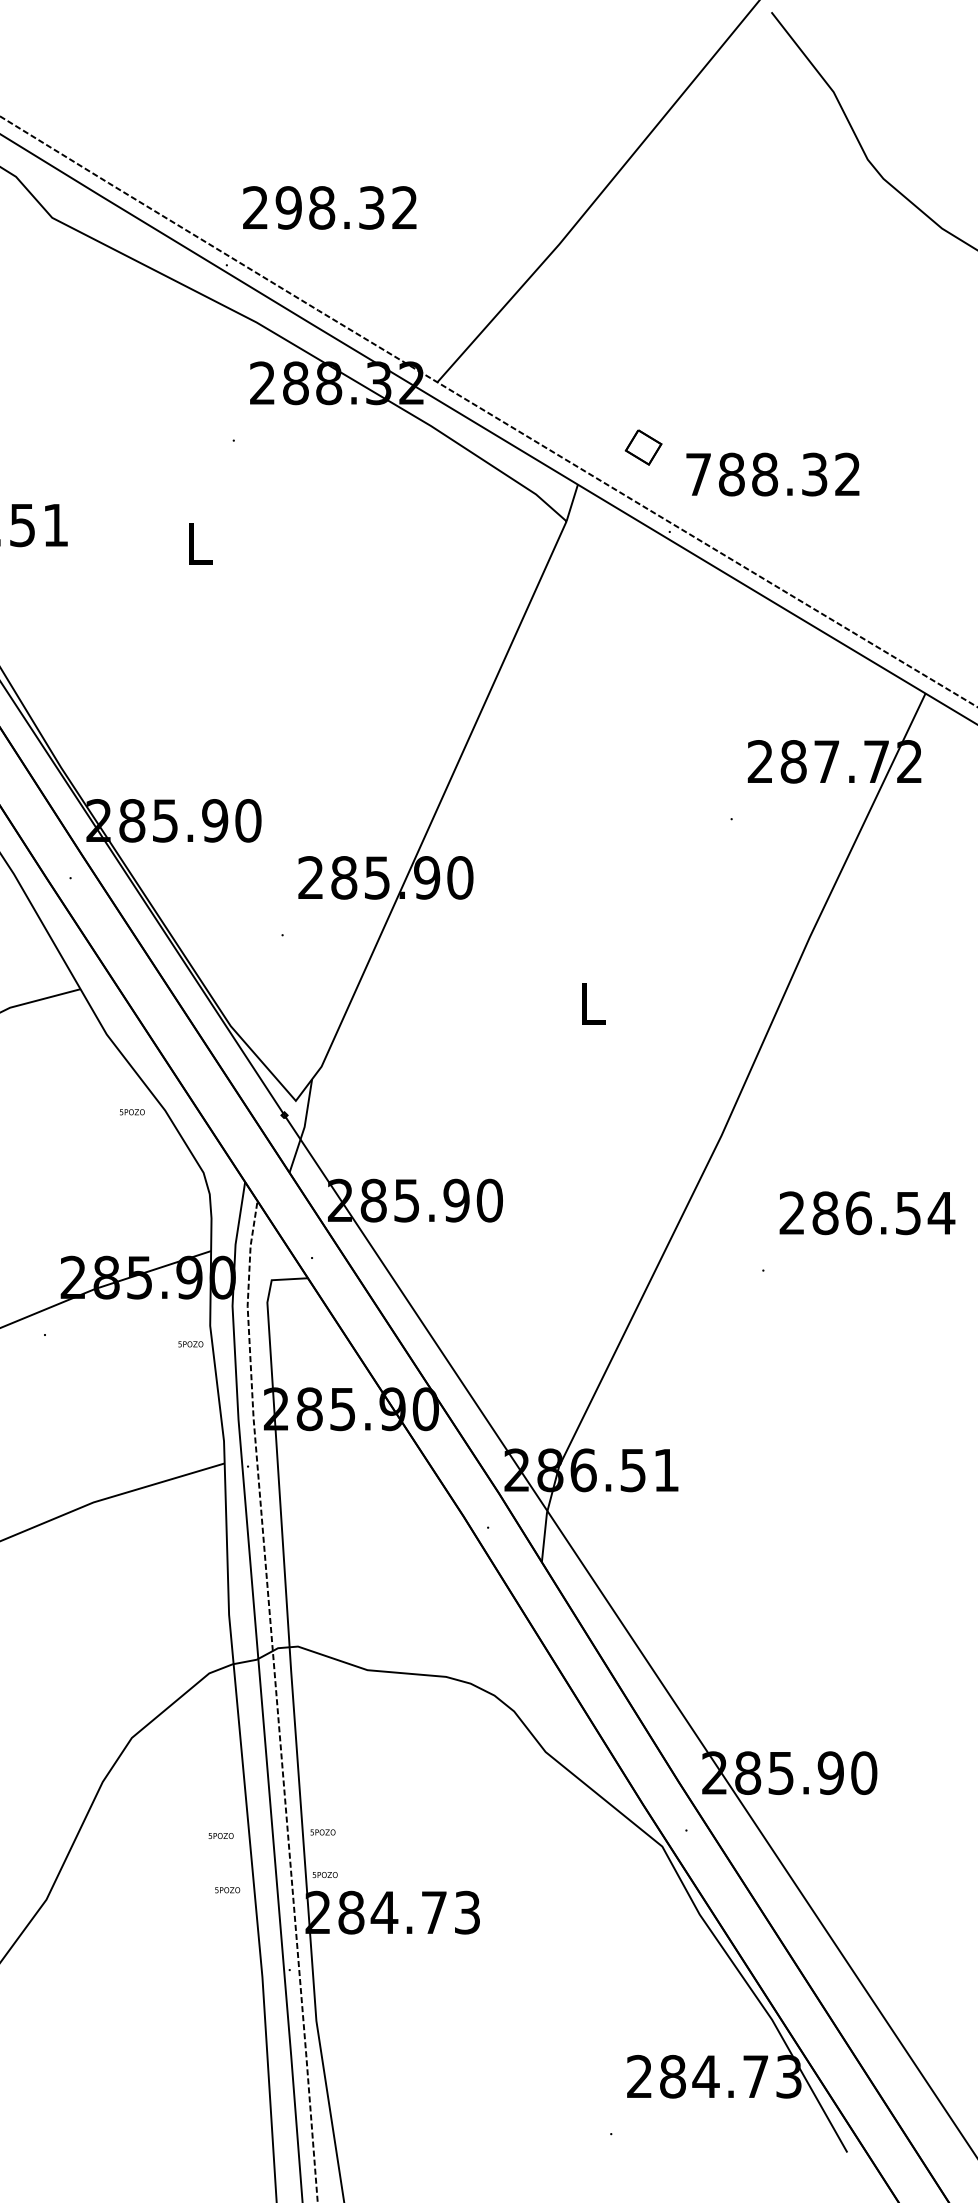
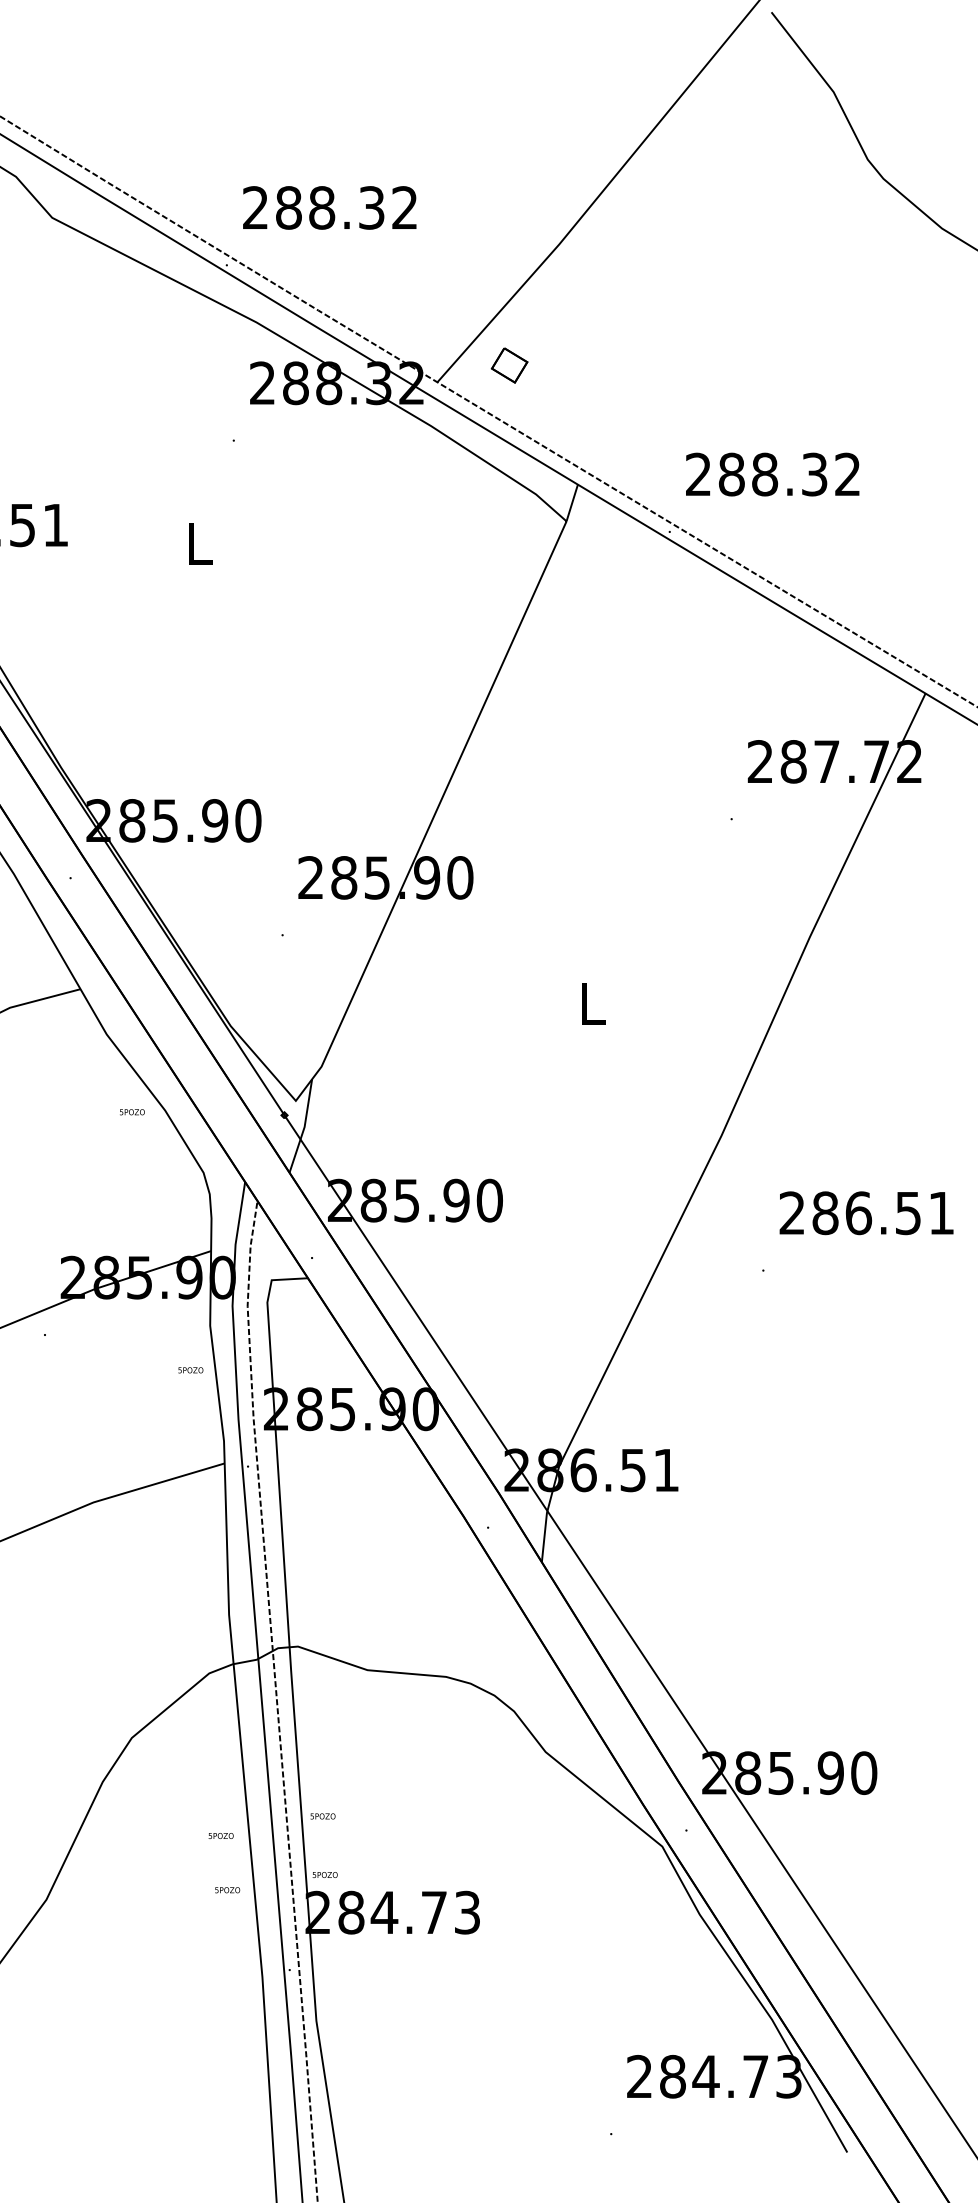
text at (288, 207): 298.32 -> 288.32
part at (643, 447) position: (643, 447) -> (509, 365)
text at (698, 473): 788.32 -> 288.32
text at (941, 1213): 286.54 -> 286.51
text at (190, 1344) position: (190, 1344) -> (190, 1370)
text at (322, 1832) position: (322, 1832) -> (322, 1816)
